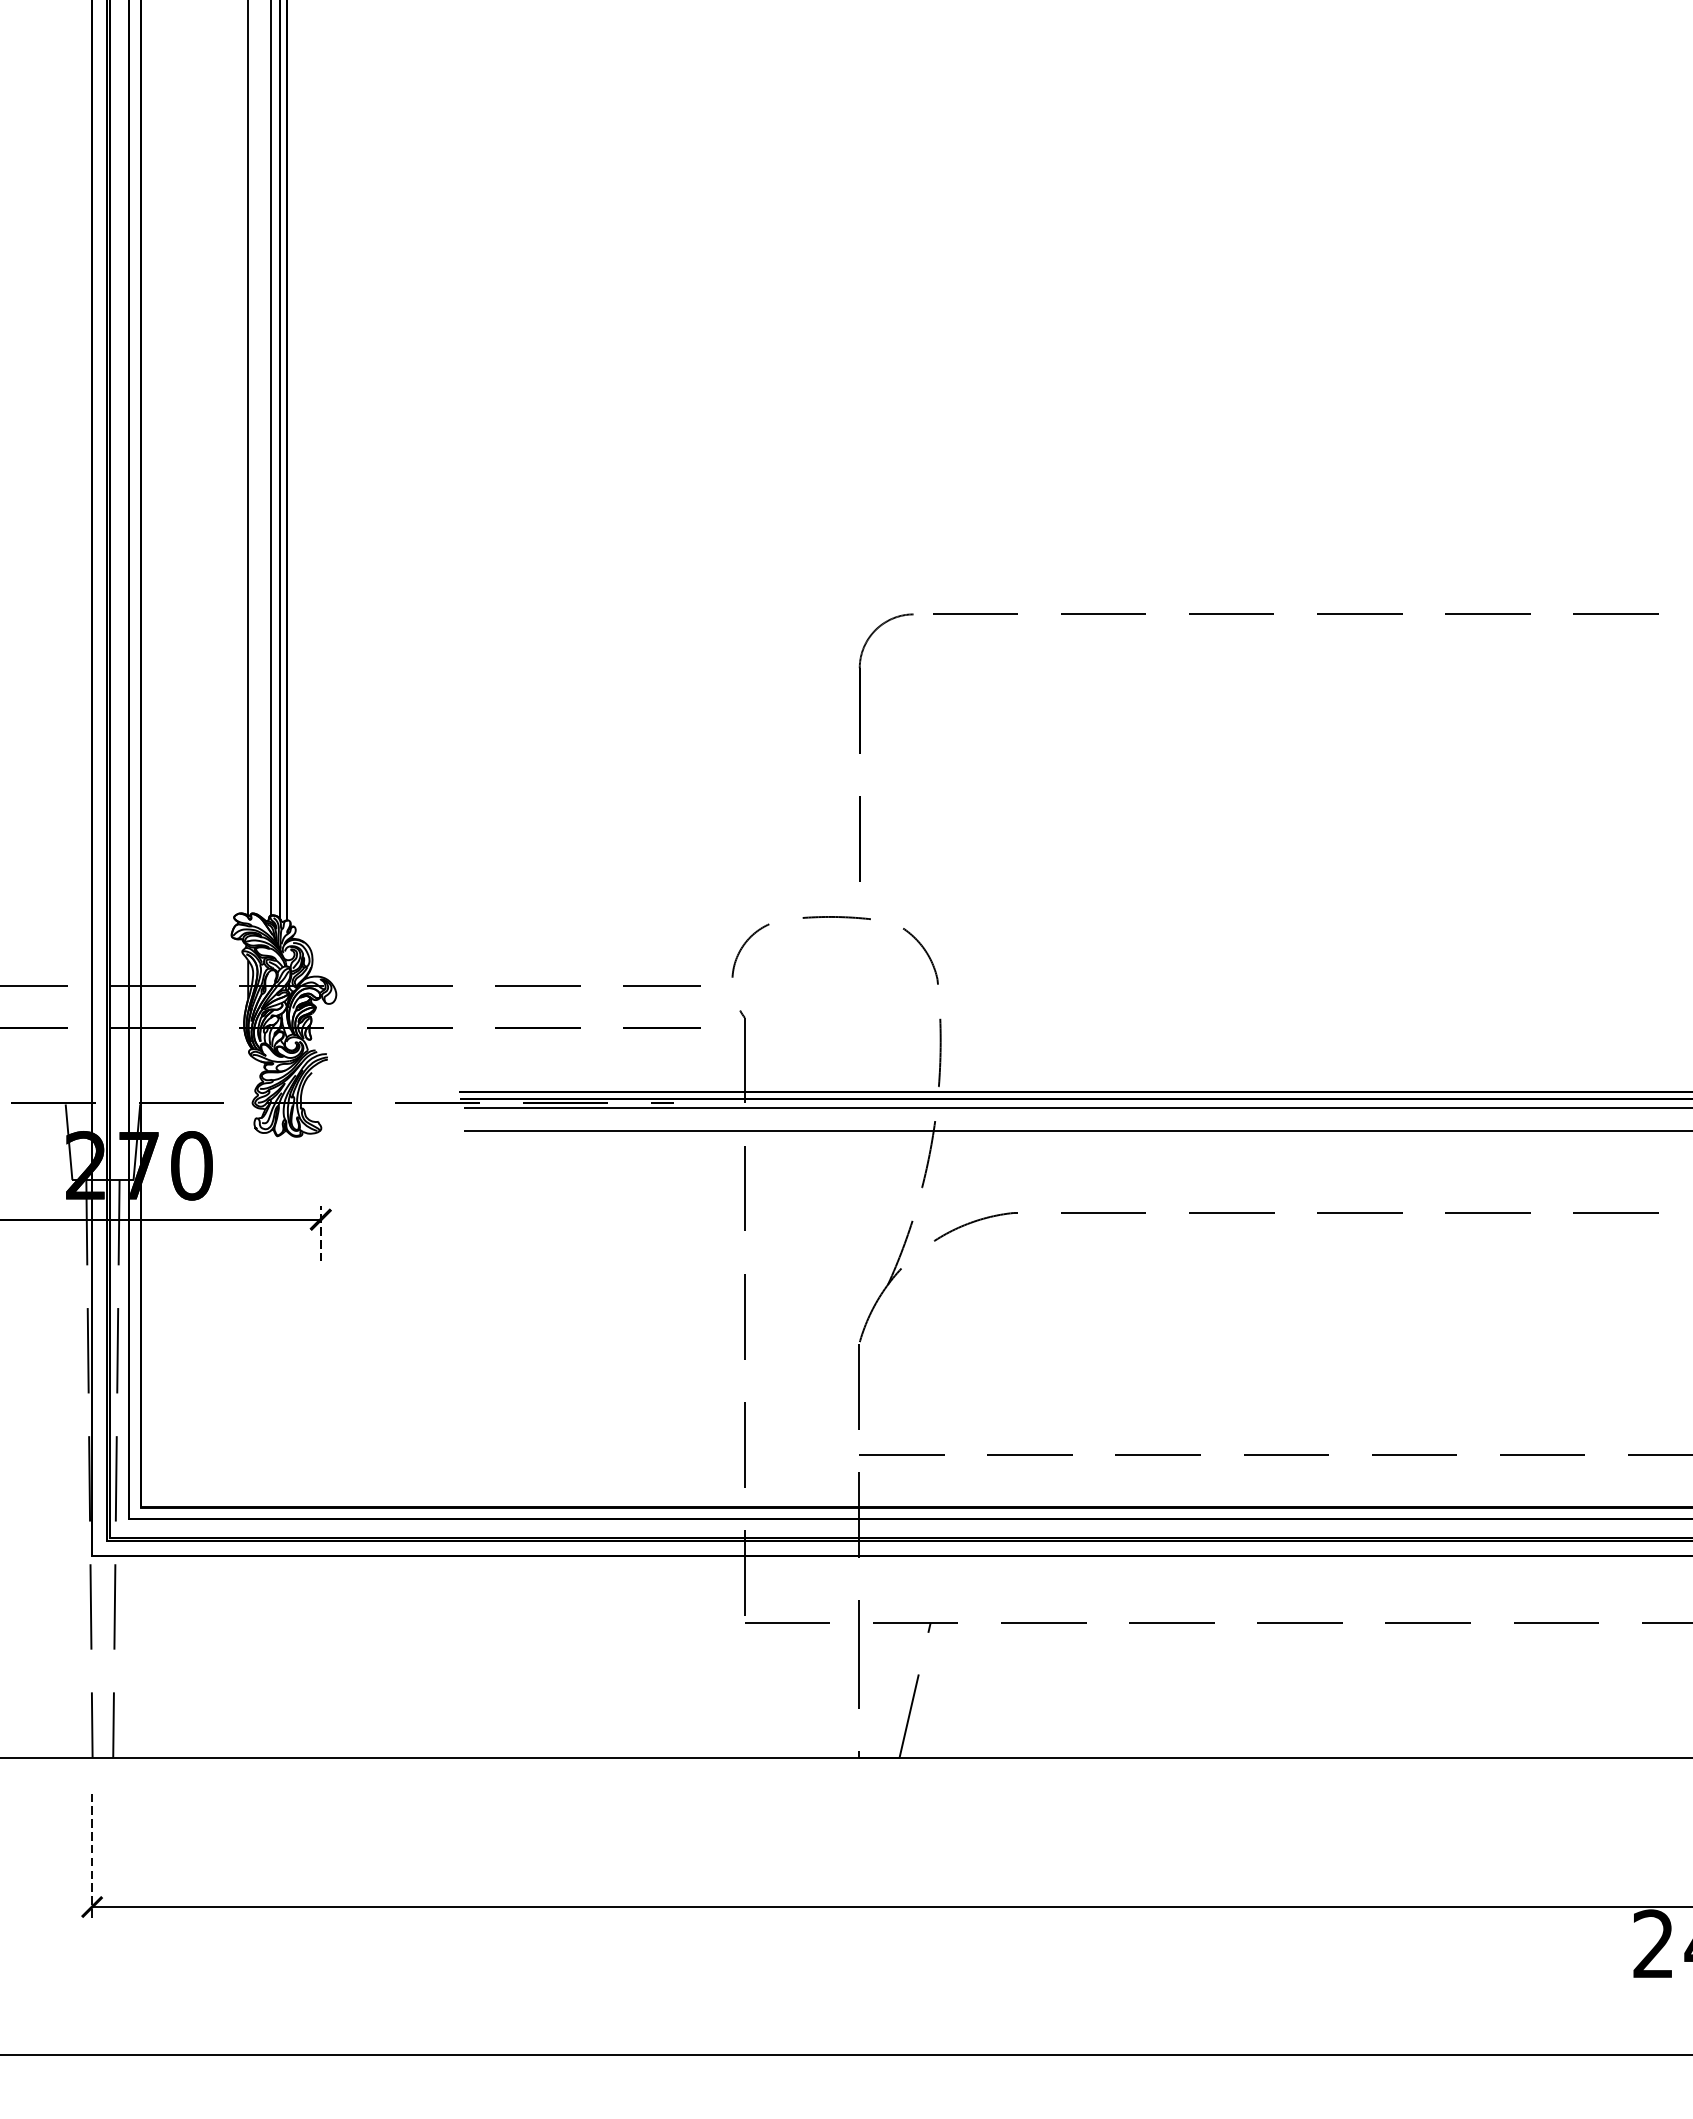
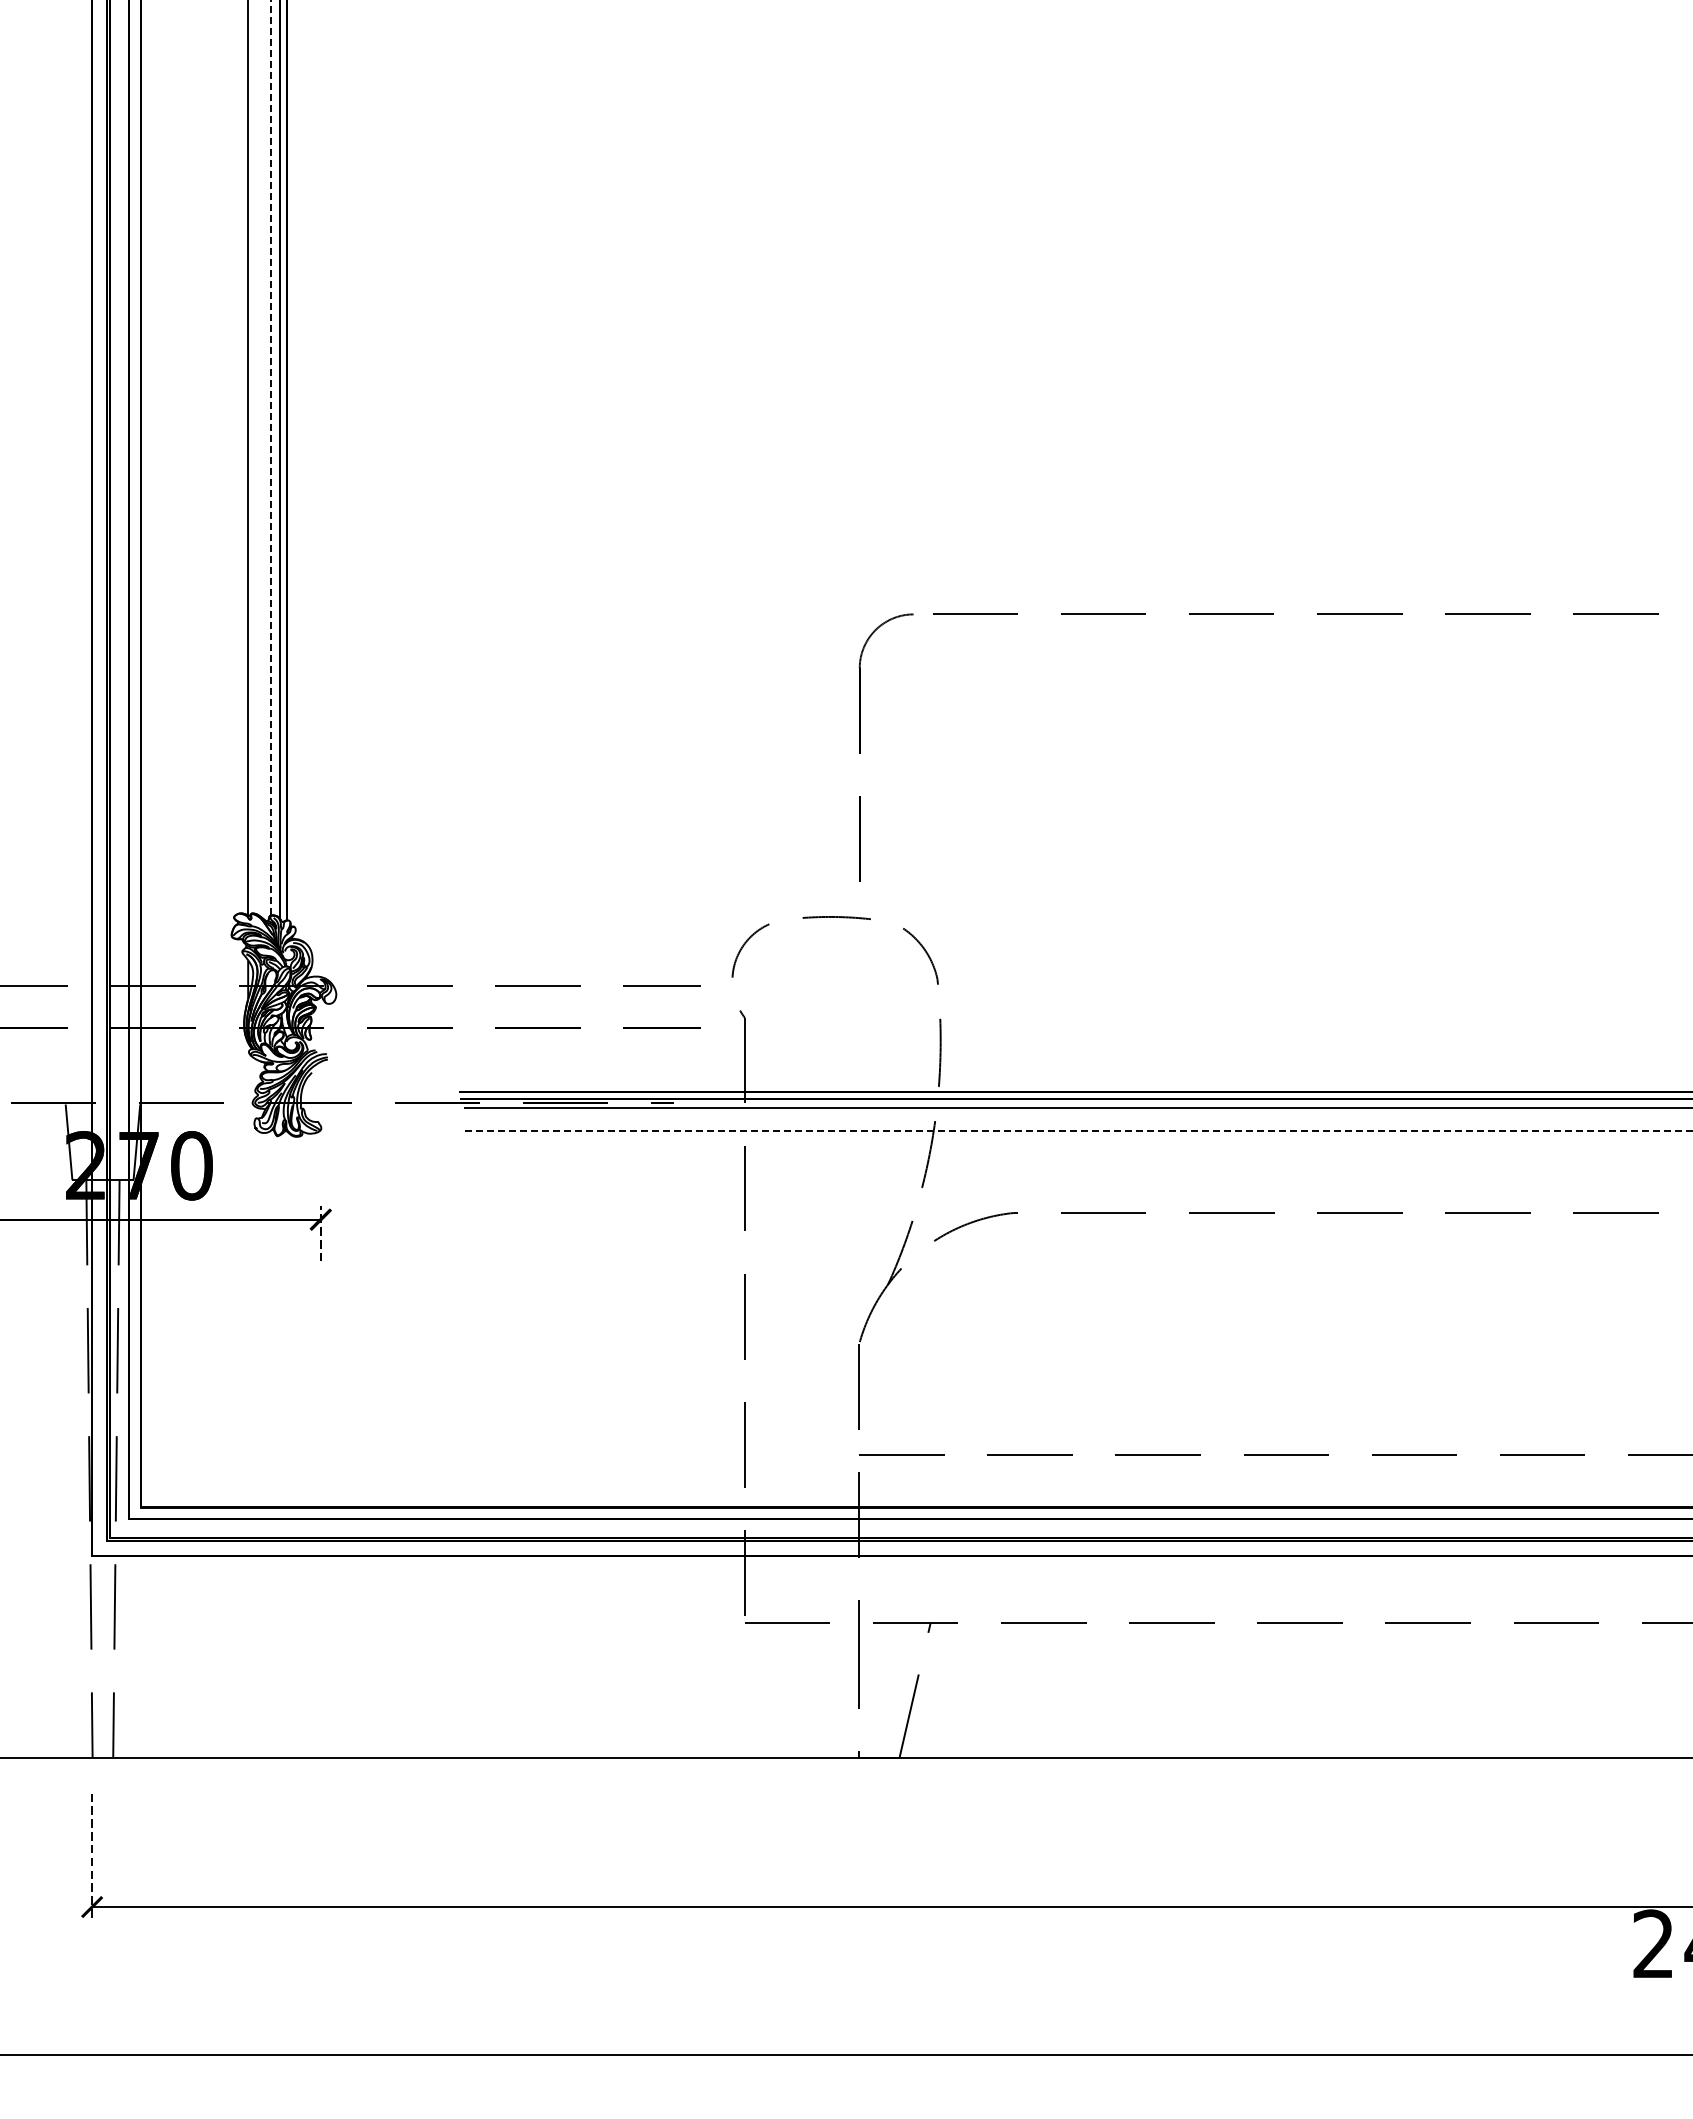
line at (271, 457): solid -> dashed
line at (1077, 1130): solid -> dashed
